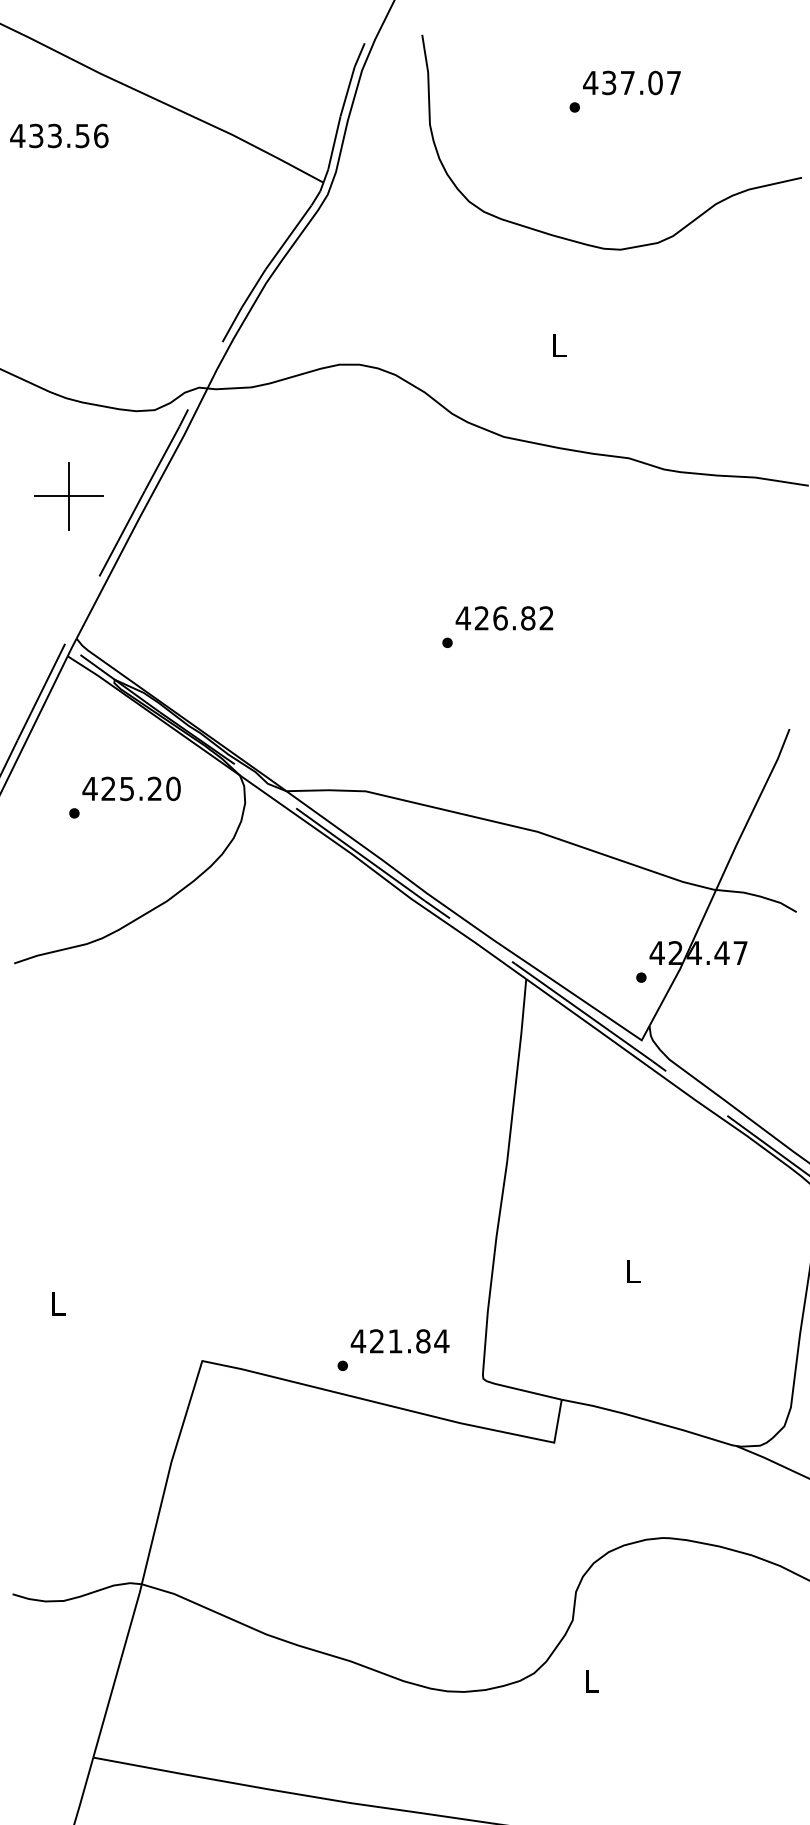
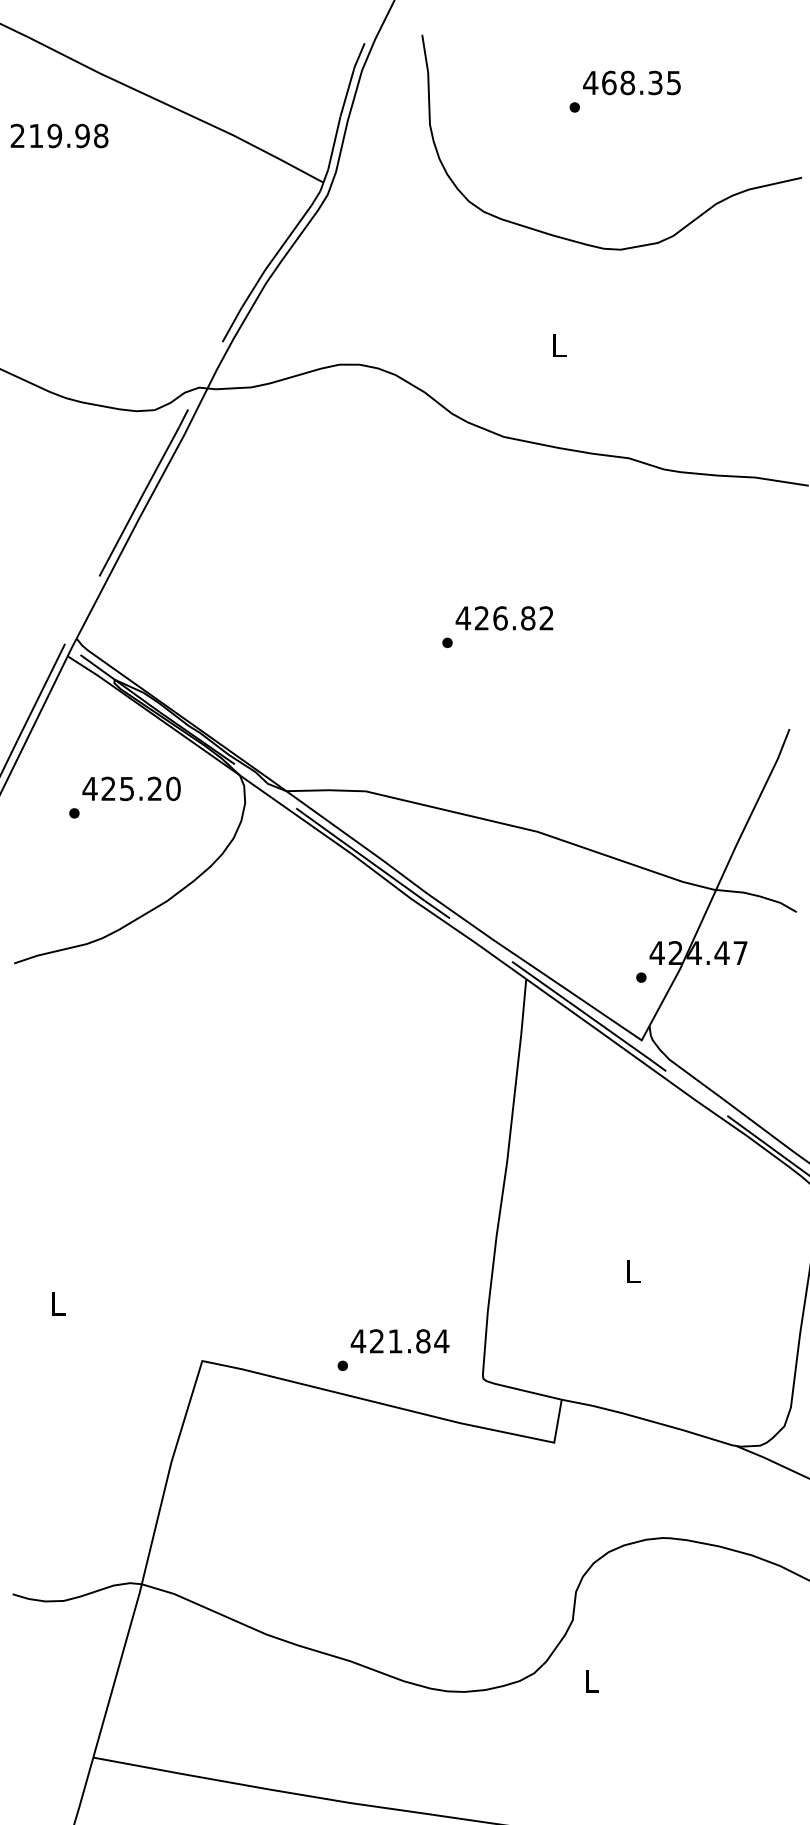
text at (641, 82): 437.07 -> 468.35
text at (59, 135): 433.56 -> 219.98
part at (68, 496): present -> none
